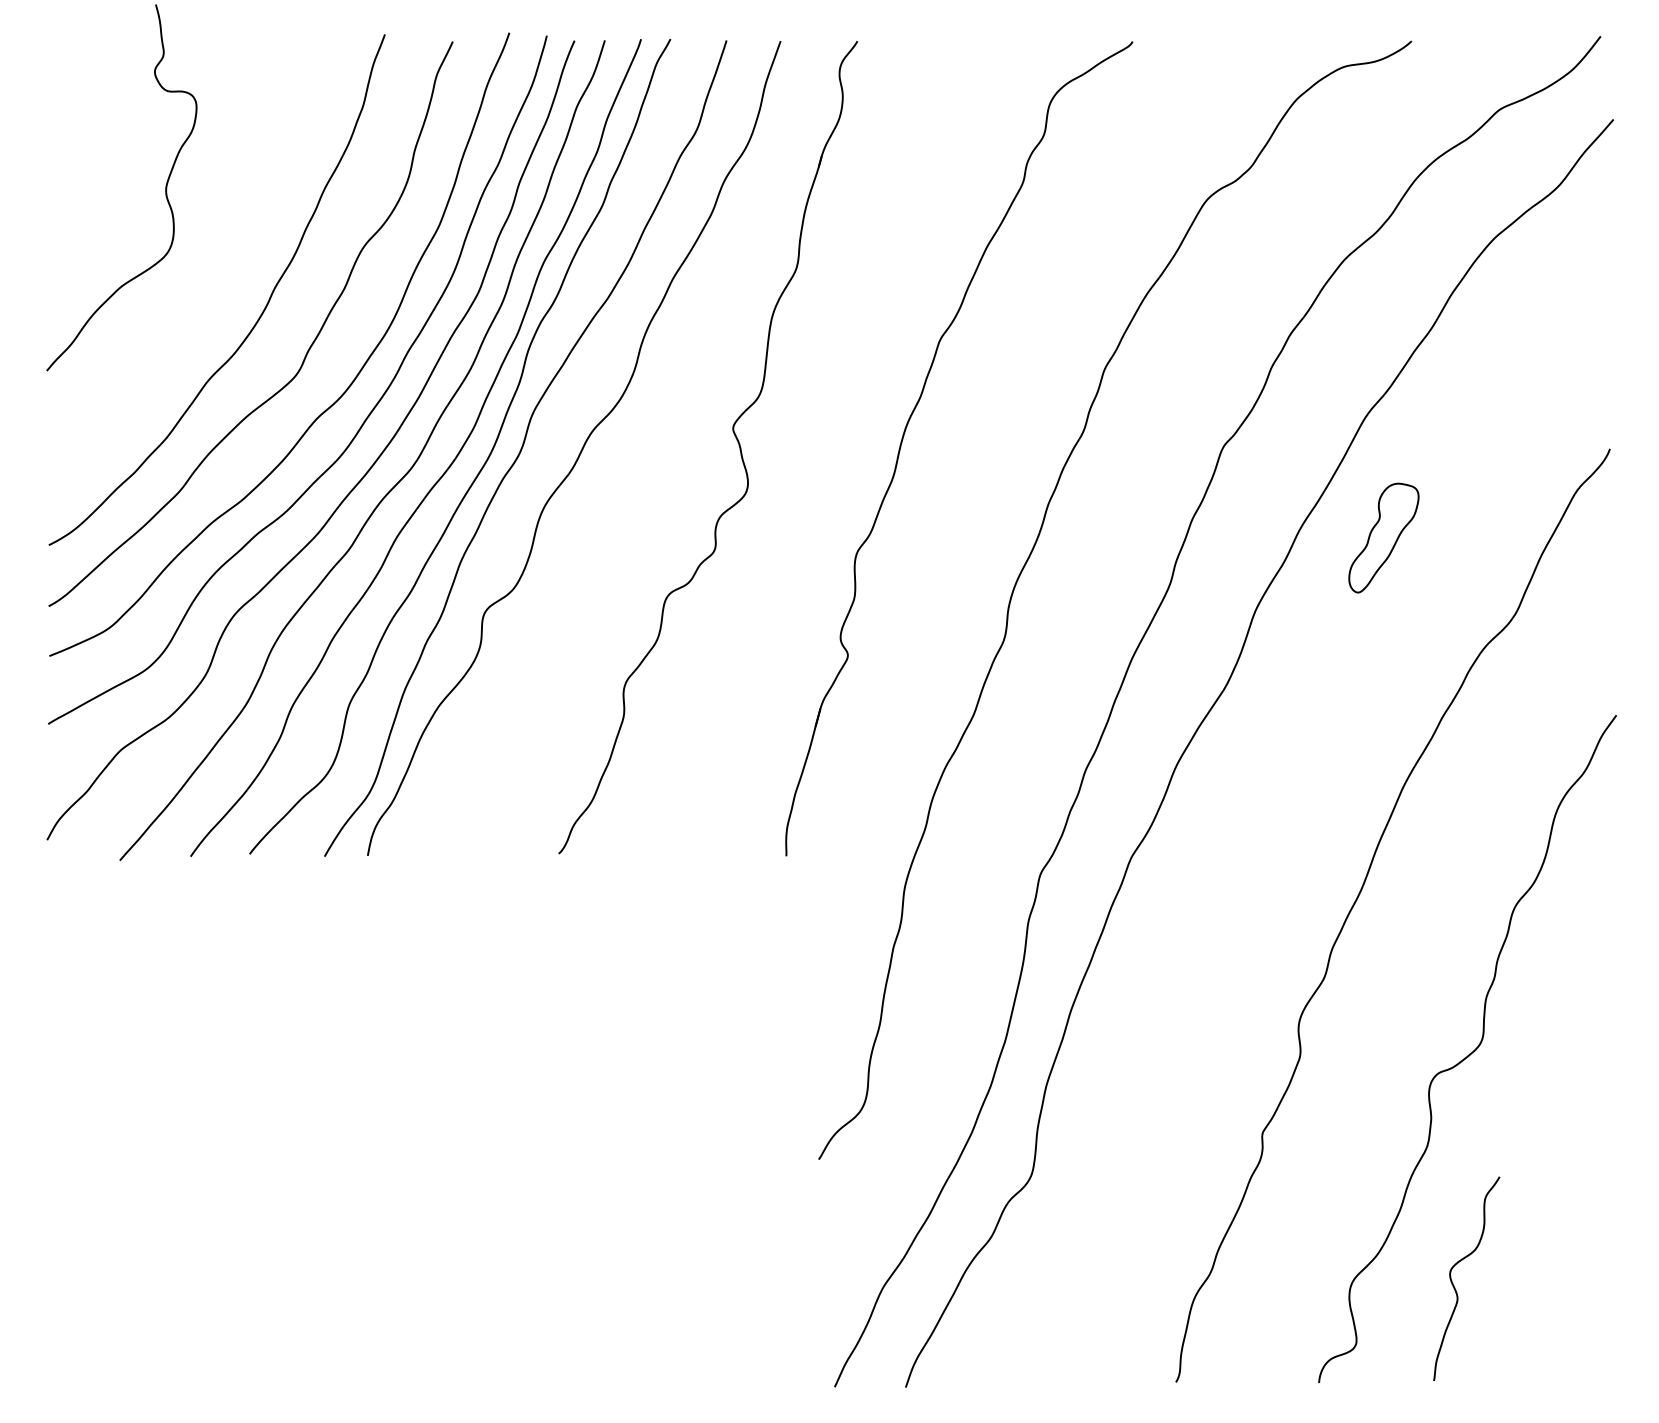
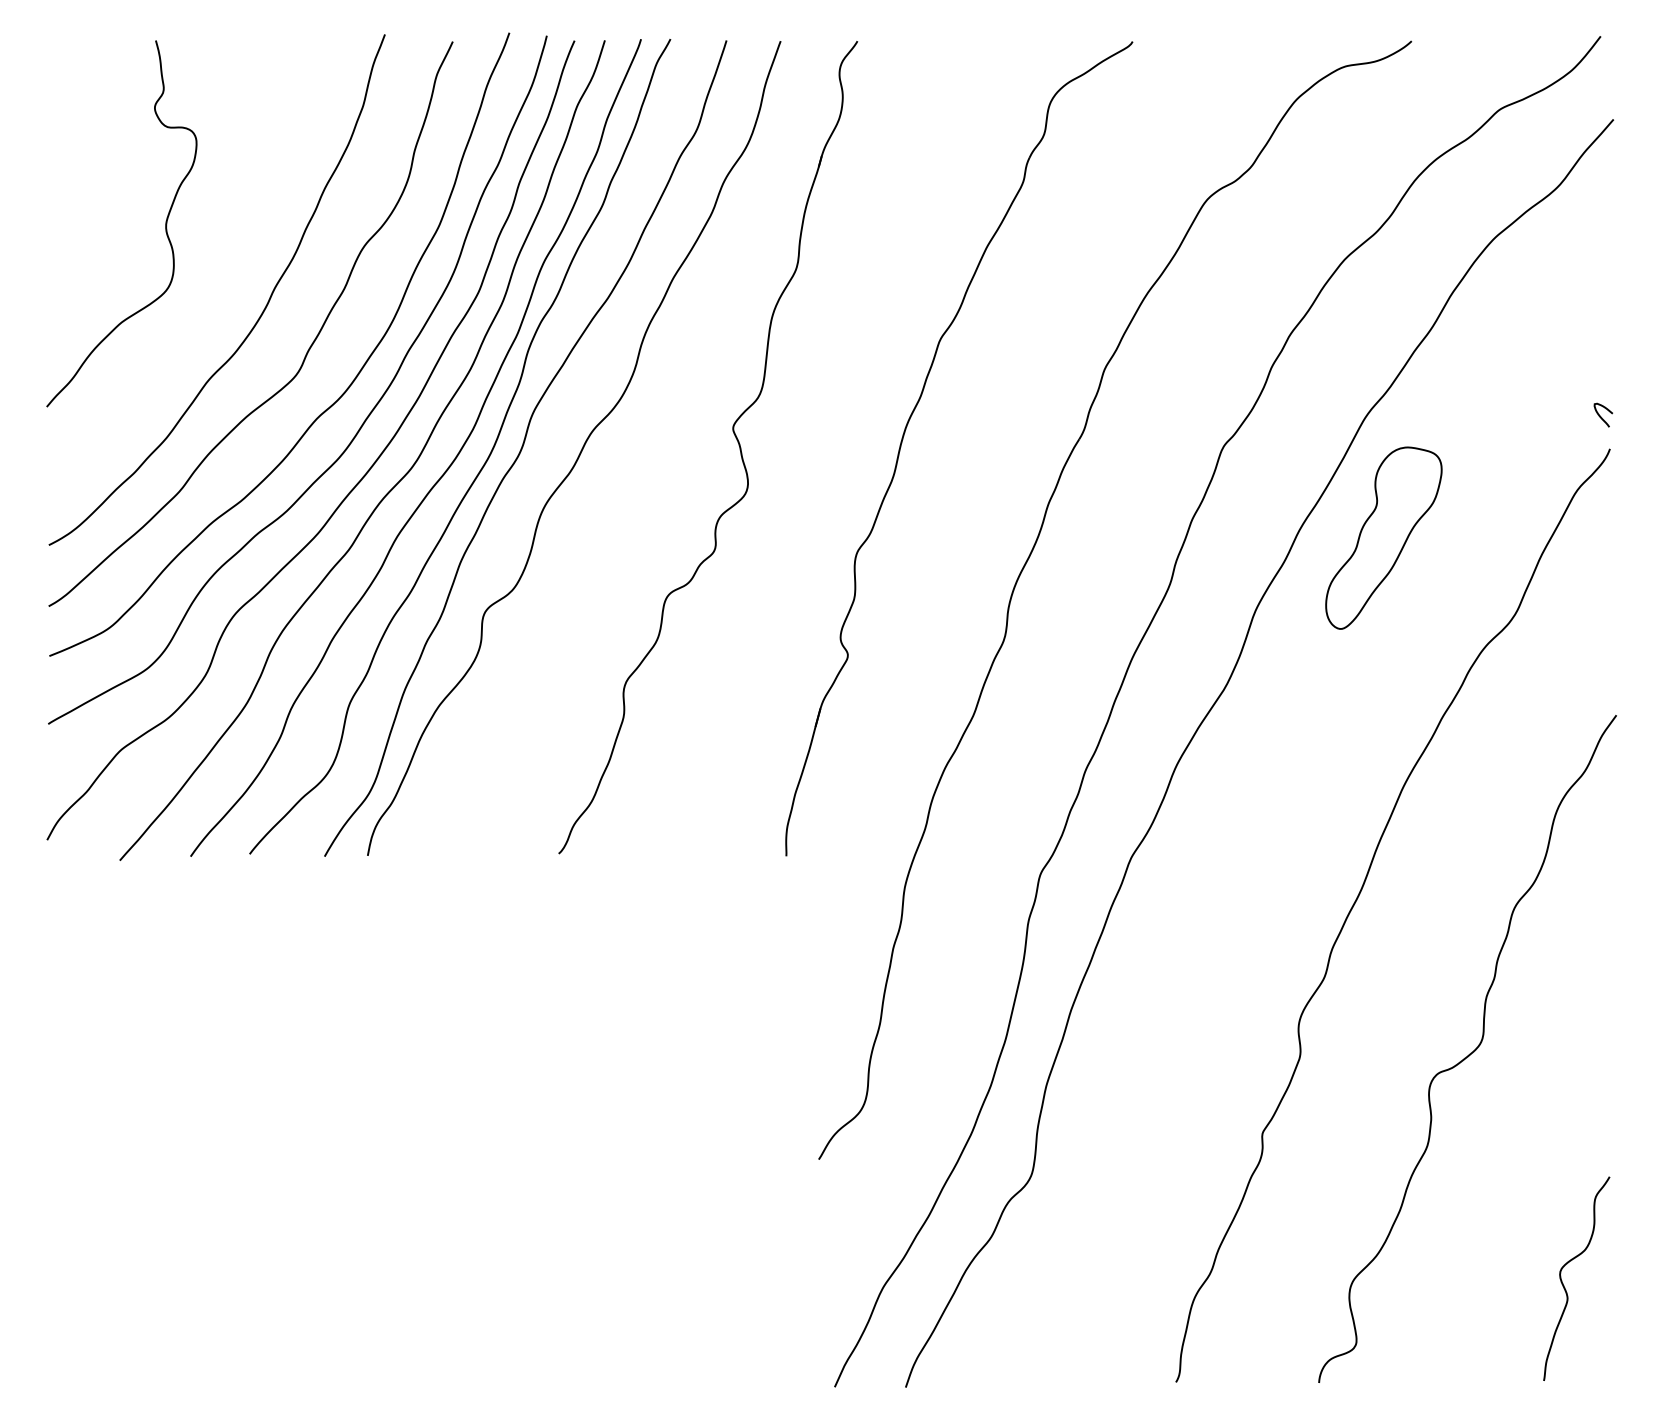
curve at (165, 187) position: (165, 187) -> (165, 223)
curve at (1601, 416): none -> present
part at (1383, 537) size: 72x112 px -> 118x184 px
curve at (1454, 1285) position: (1454, 1285) -> (1564, 1285)
